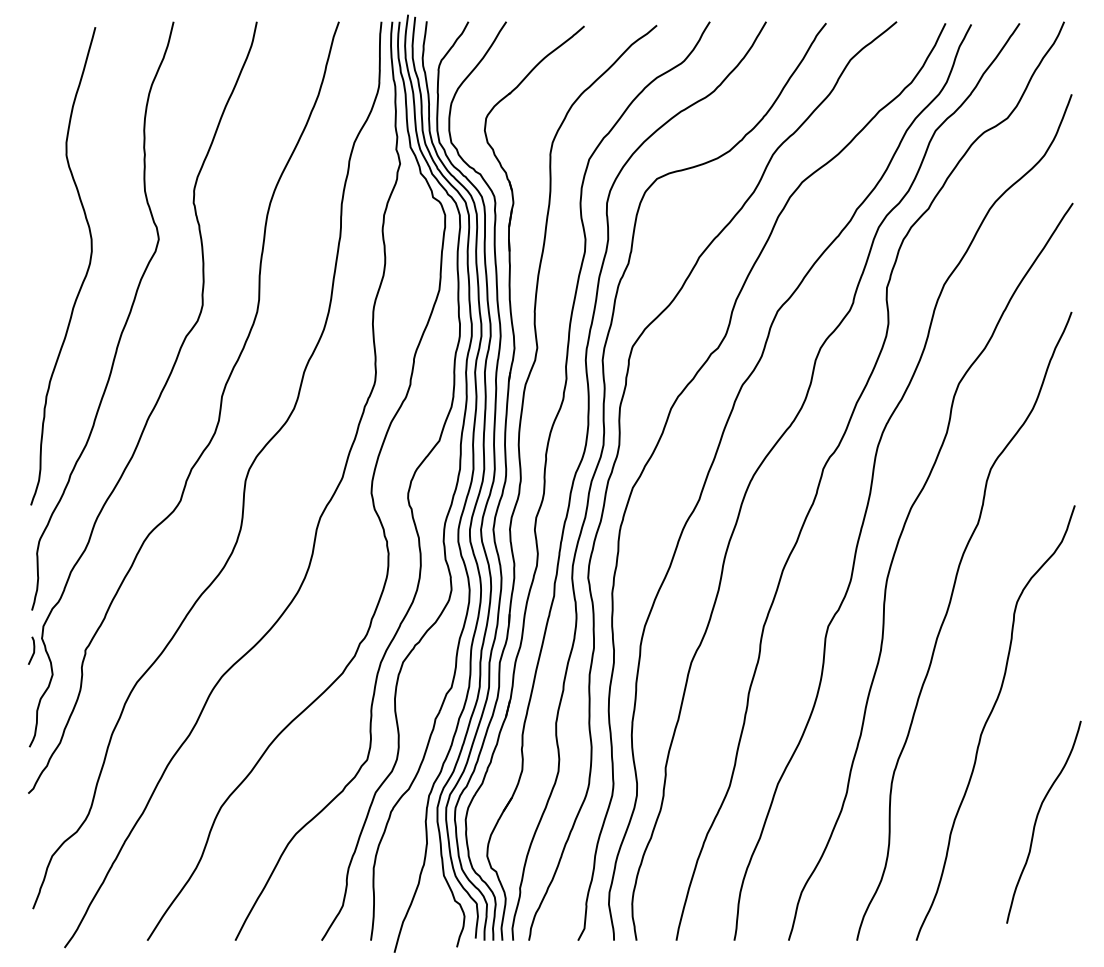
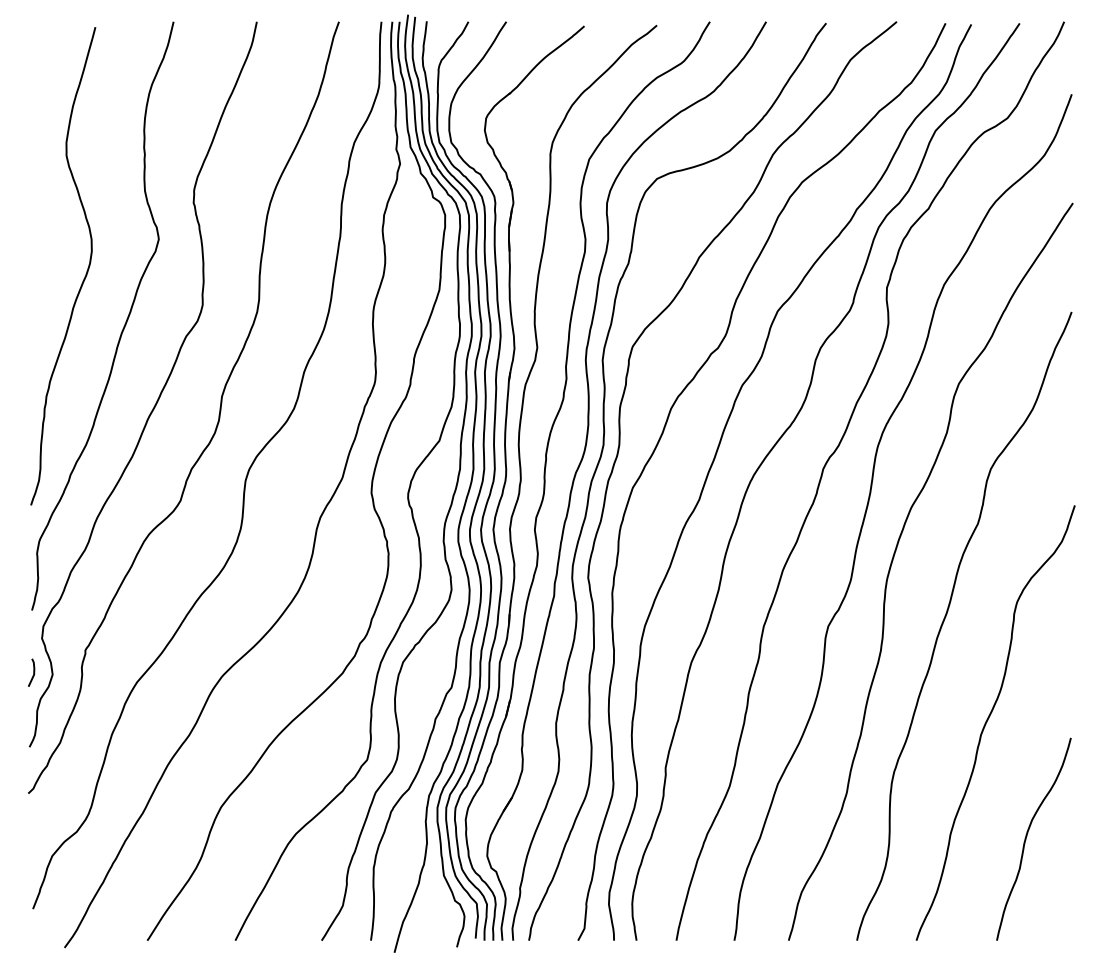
line at (33, 650) position: (33, 650) -> (33, 672)
curve at (1037, 819) position: (1037, 819) -> (1027, 836)
